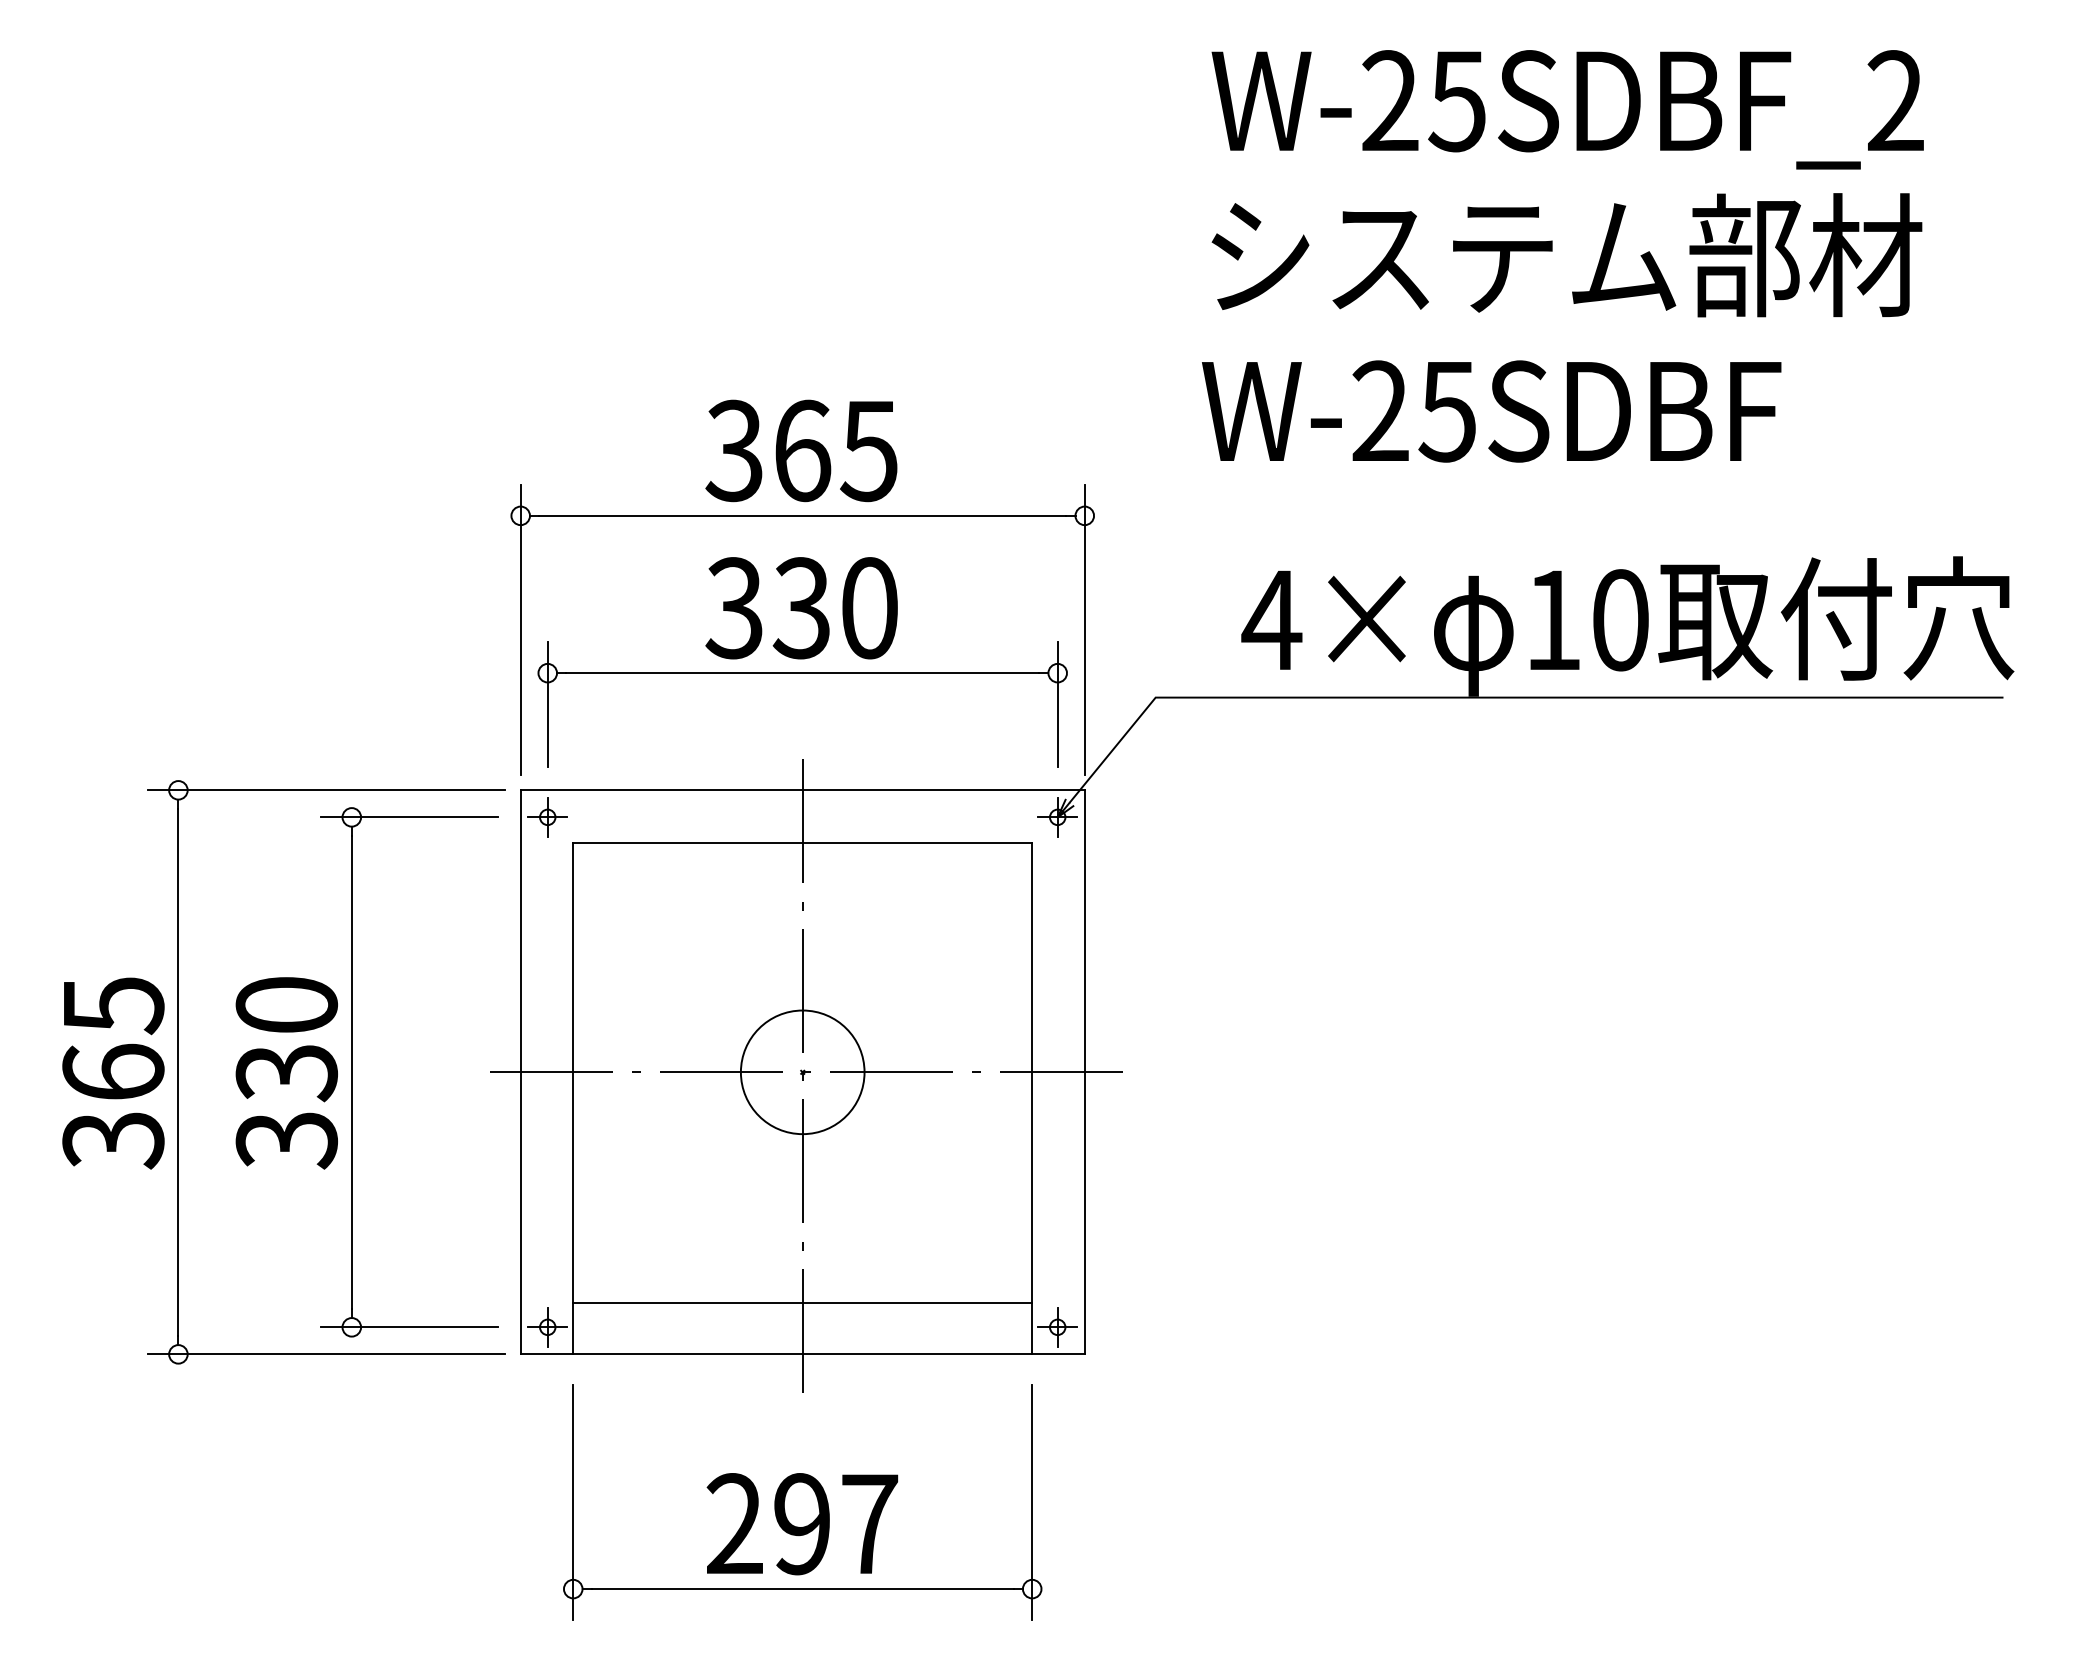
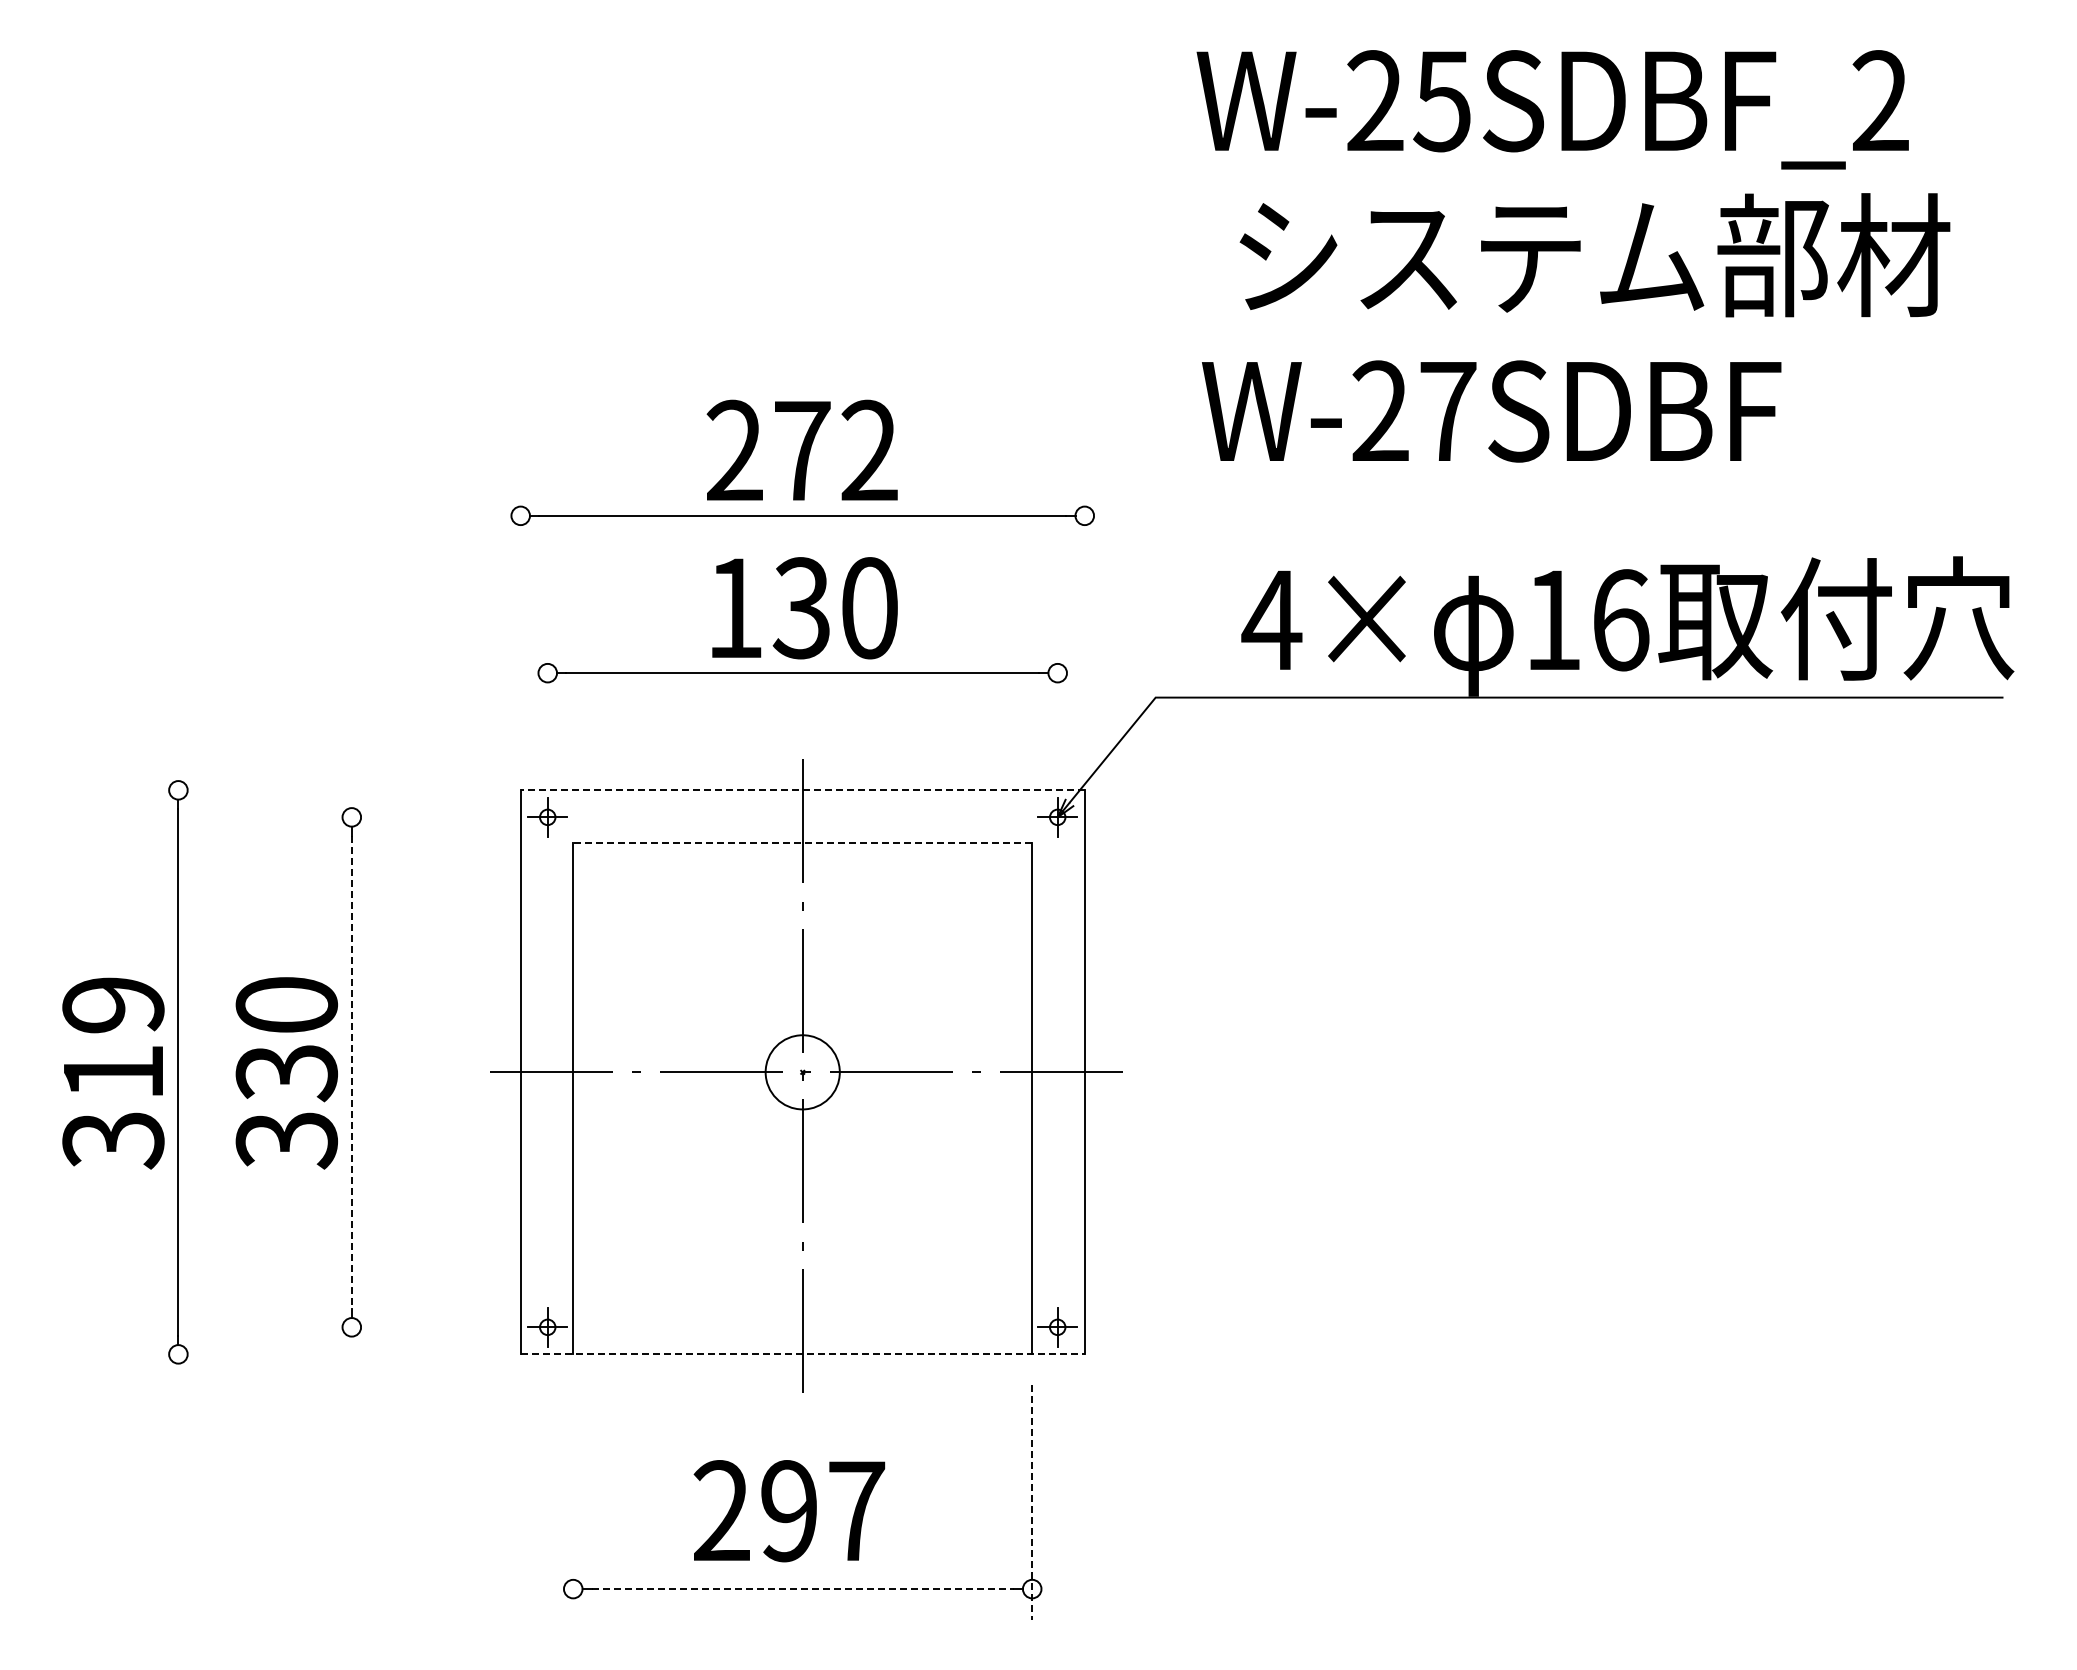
text at (1567, 109) position: (1567, 109) -> (1552, 109)
text at (1566, 255) position: (1566, 255) -> (1594, 255)
text at (1447, 412): W-25SDBF -> W-27SDBF
text at (801, 450): 365 -> 272
text at (733, 608): 330 -> 130
text at (1621, 620): 10 -> 16
line at (520, 629): present -> none
line at (1084, 629): present -> none
line at (547, 704): present -> none
line at (1057, 704): present -> none
line at (326, 790): present -> none
line at (802, 790): solid -> dashed
line at (408, 817): present -> none
line at (802, 842): solid -> dashed
text at (113, 1038): 365 -> 319
line at (351, 1072): solid -> dashed
circle at (802, 1072) diameter: 124 px -> 74 px
line at (802, 1303): present -> none
line at (408, 1327): present -> none
line at (326, 1354): present -> none
line at (803, 1354): solid -> dashed
line at (573, 1502): present -> none
line at (1032, 1503): solid -> dashed
text at (802, 1524) position: (802, 1524) -> (789, 1511)
line at (802, 1589): solid -> dashed
